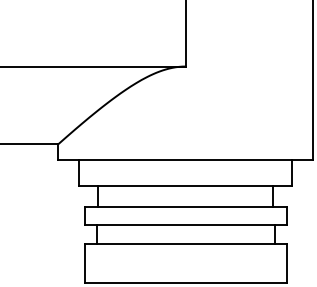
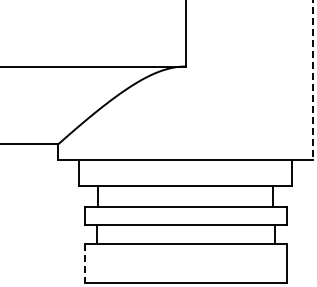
line at (313, 80): solid -> dashed
line at (84, 264): solid -> dashed
